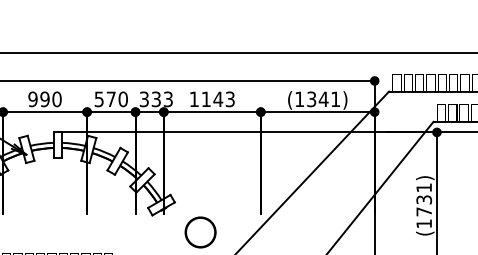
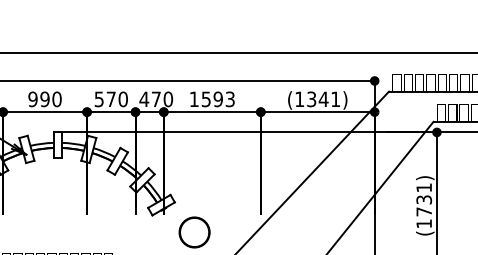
text at (156, 99): 333 -> 470
text at (212, 99): 1143 -> 1593
circle at (200, 232) position: (200, 232) -> (194, 232)
